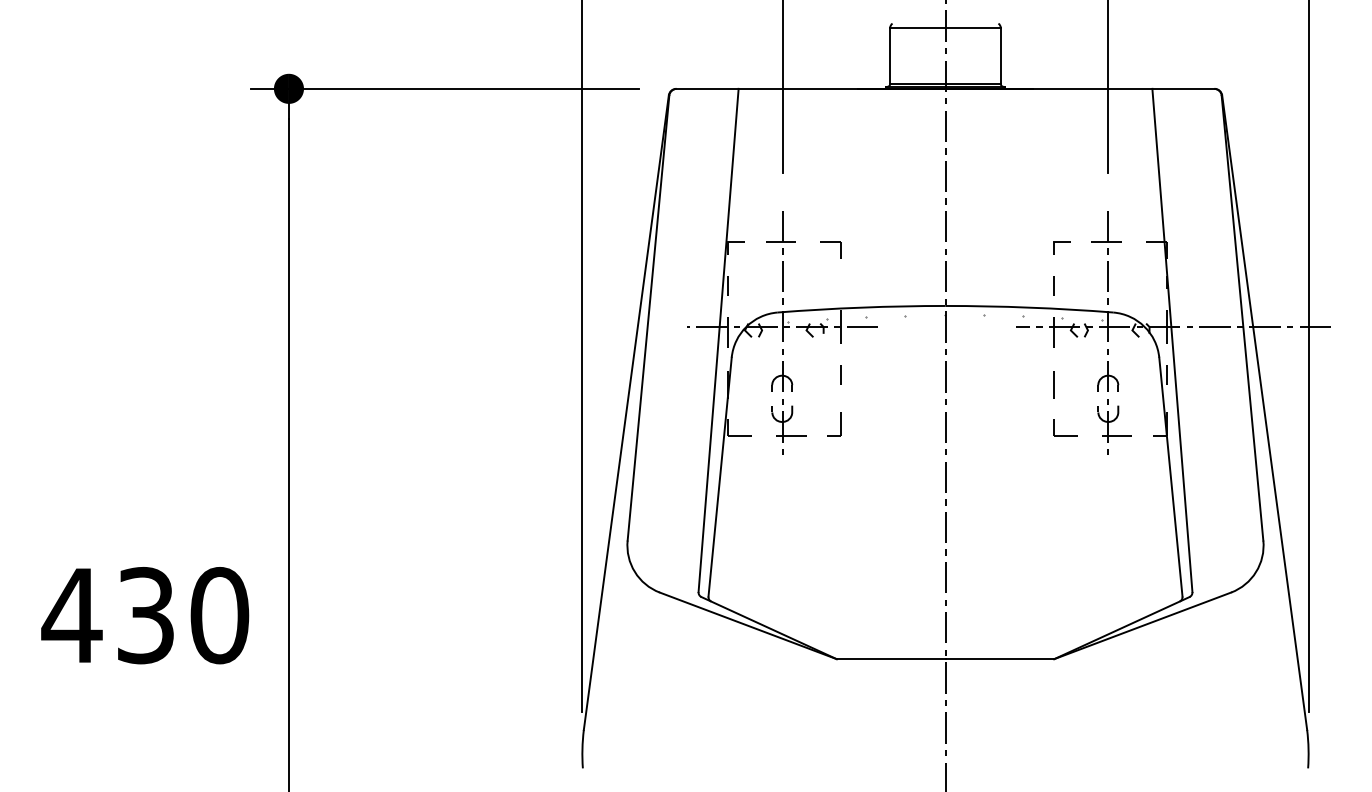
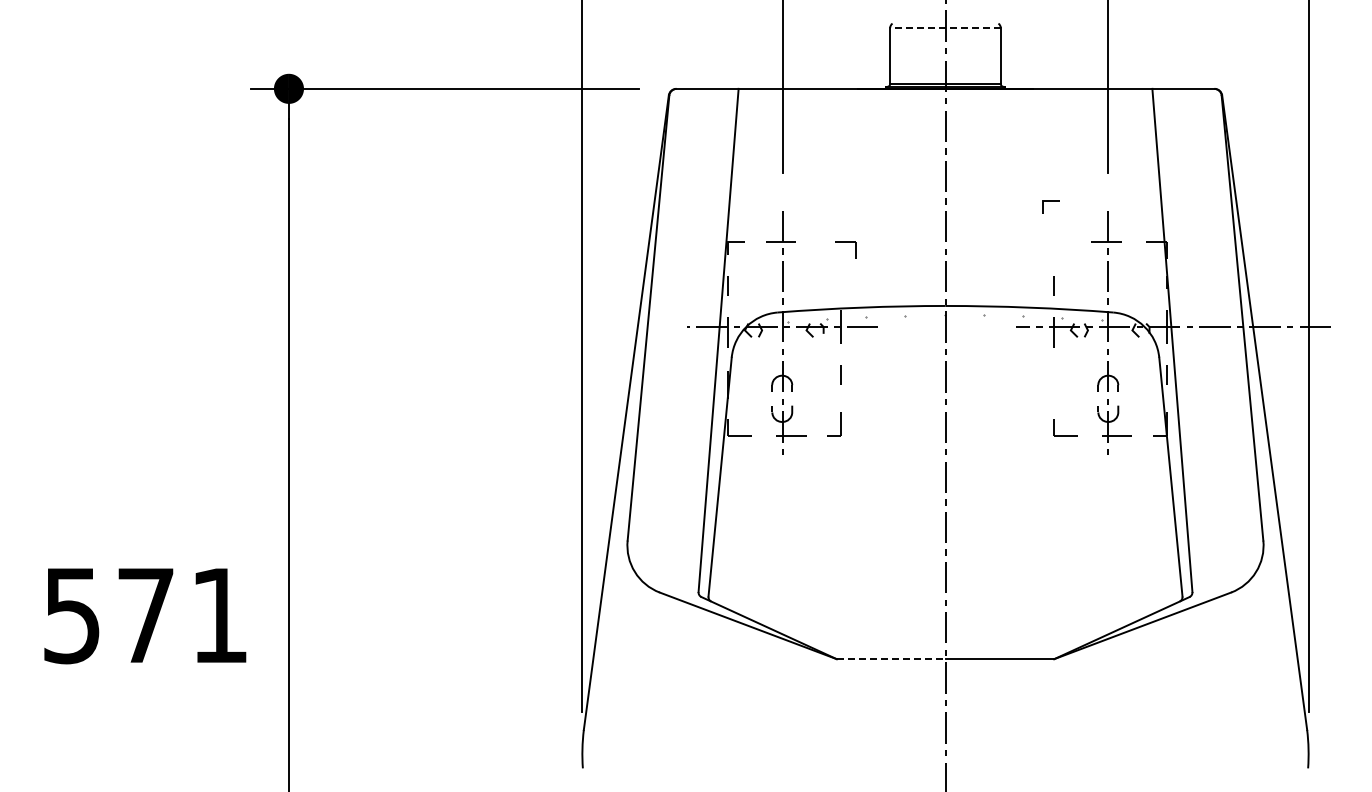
line at (944, 27): solid -> dashed
part at (830, 242) position: (830, 242) -> (845, 242)
line at (1061, 242) position: (1061, 242) -> (1050, 201)
line at (1053, 384): present -> none
text at (145, 615): 430 -> 571
line at (891, 659): solid -> dashed
